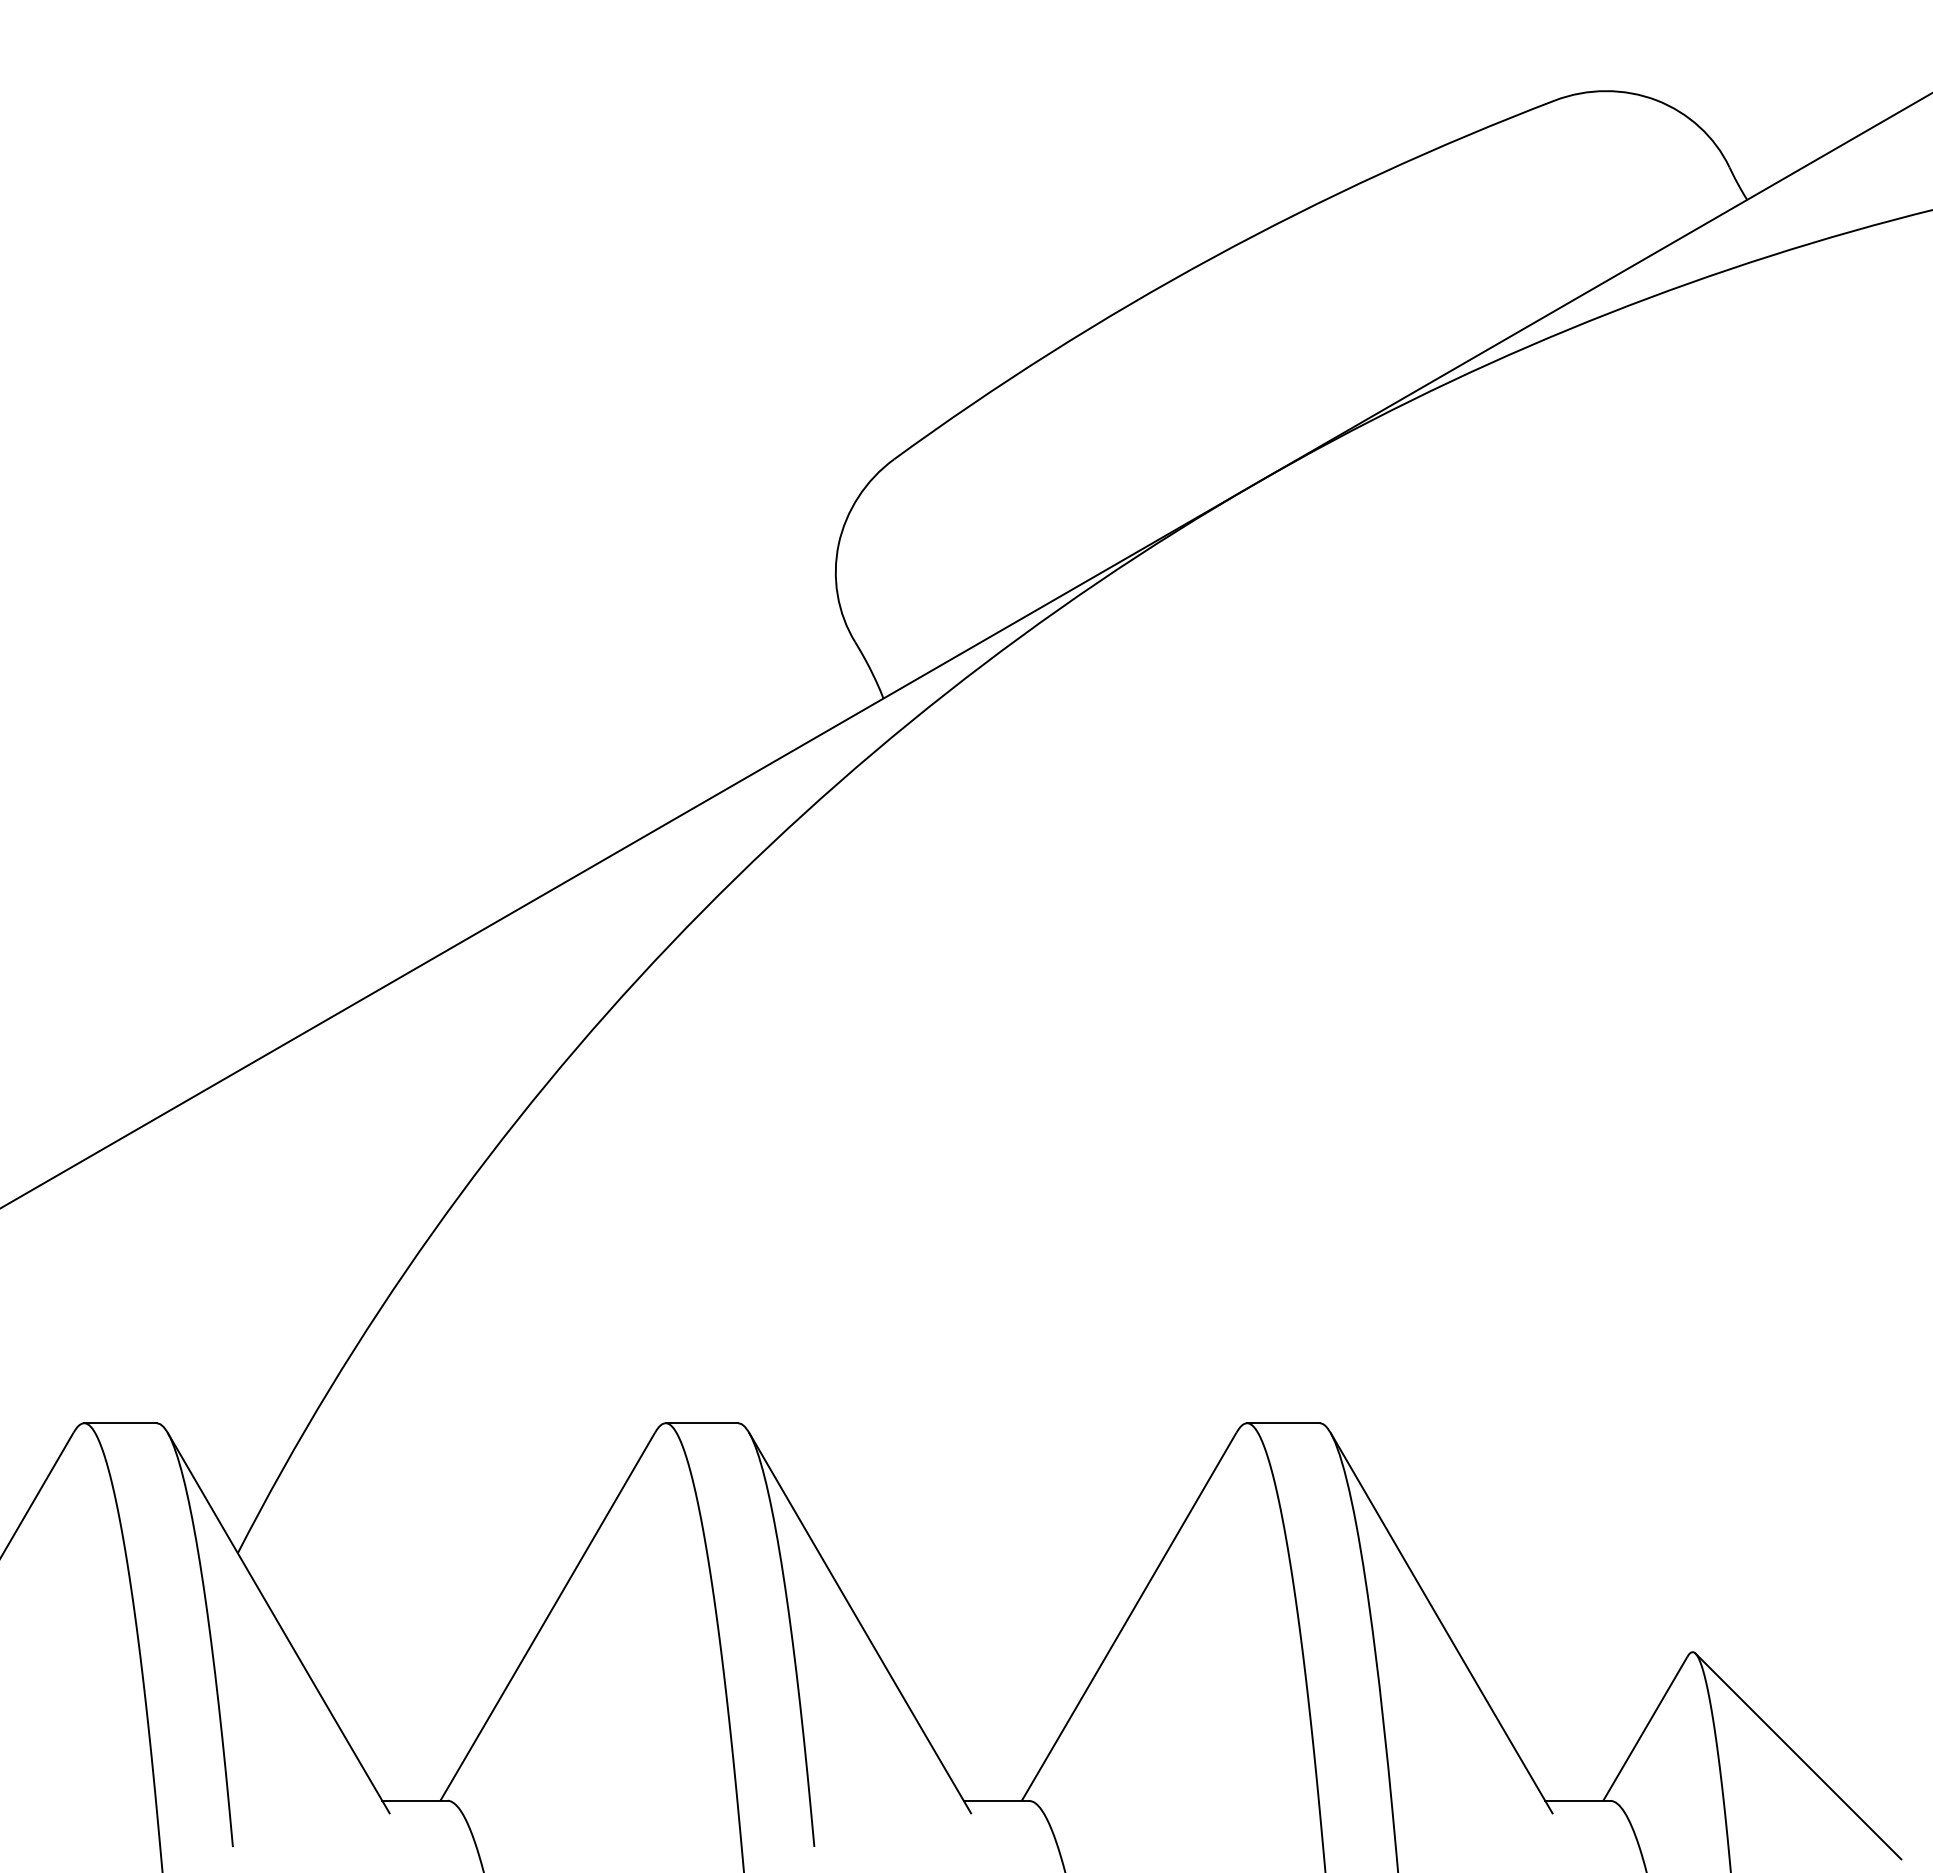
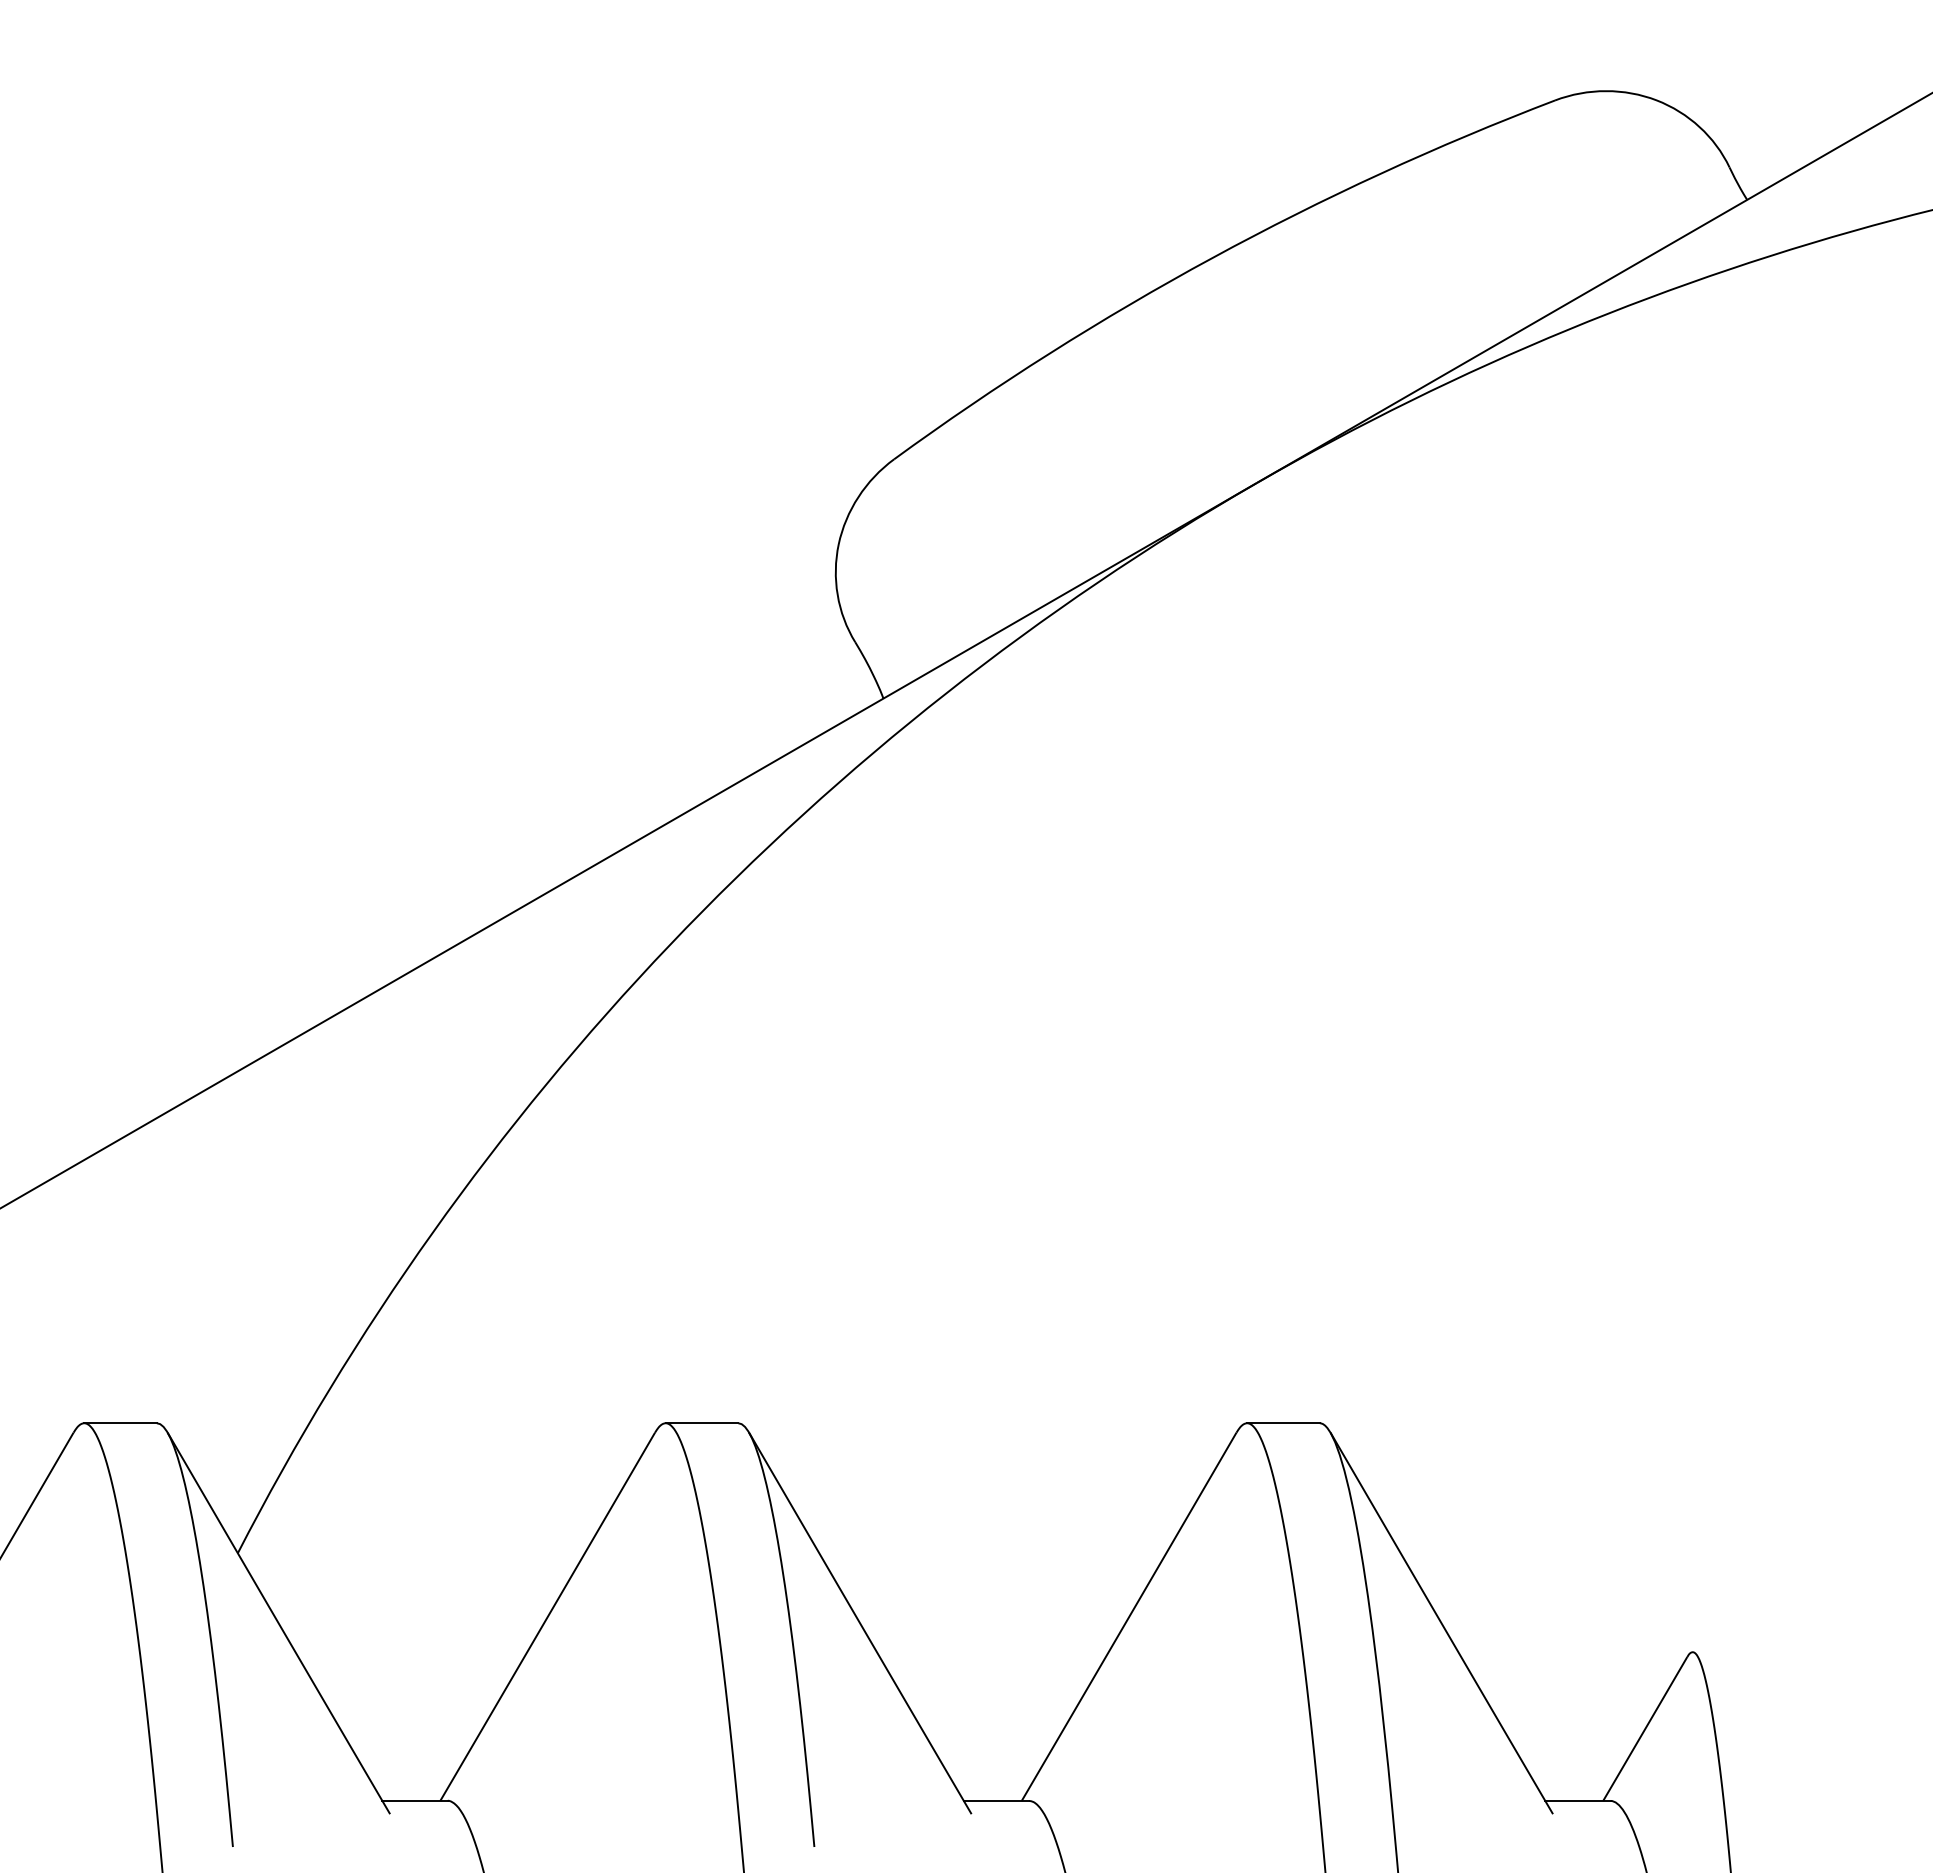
line at (1798, 1756): present -> none
